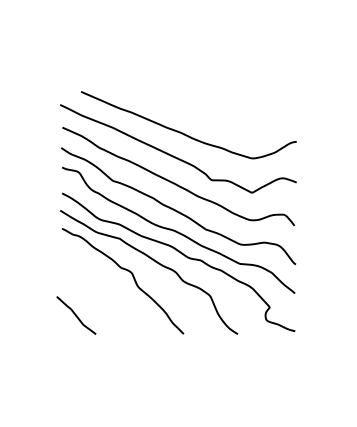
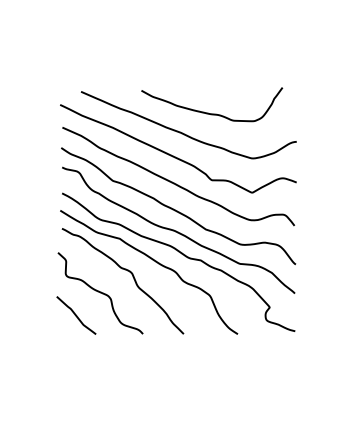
curve at (208, 112): none -> present
curve at (100, 293): none -> present
